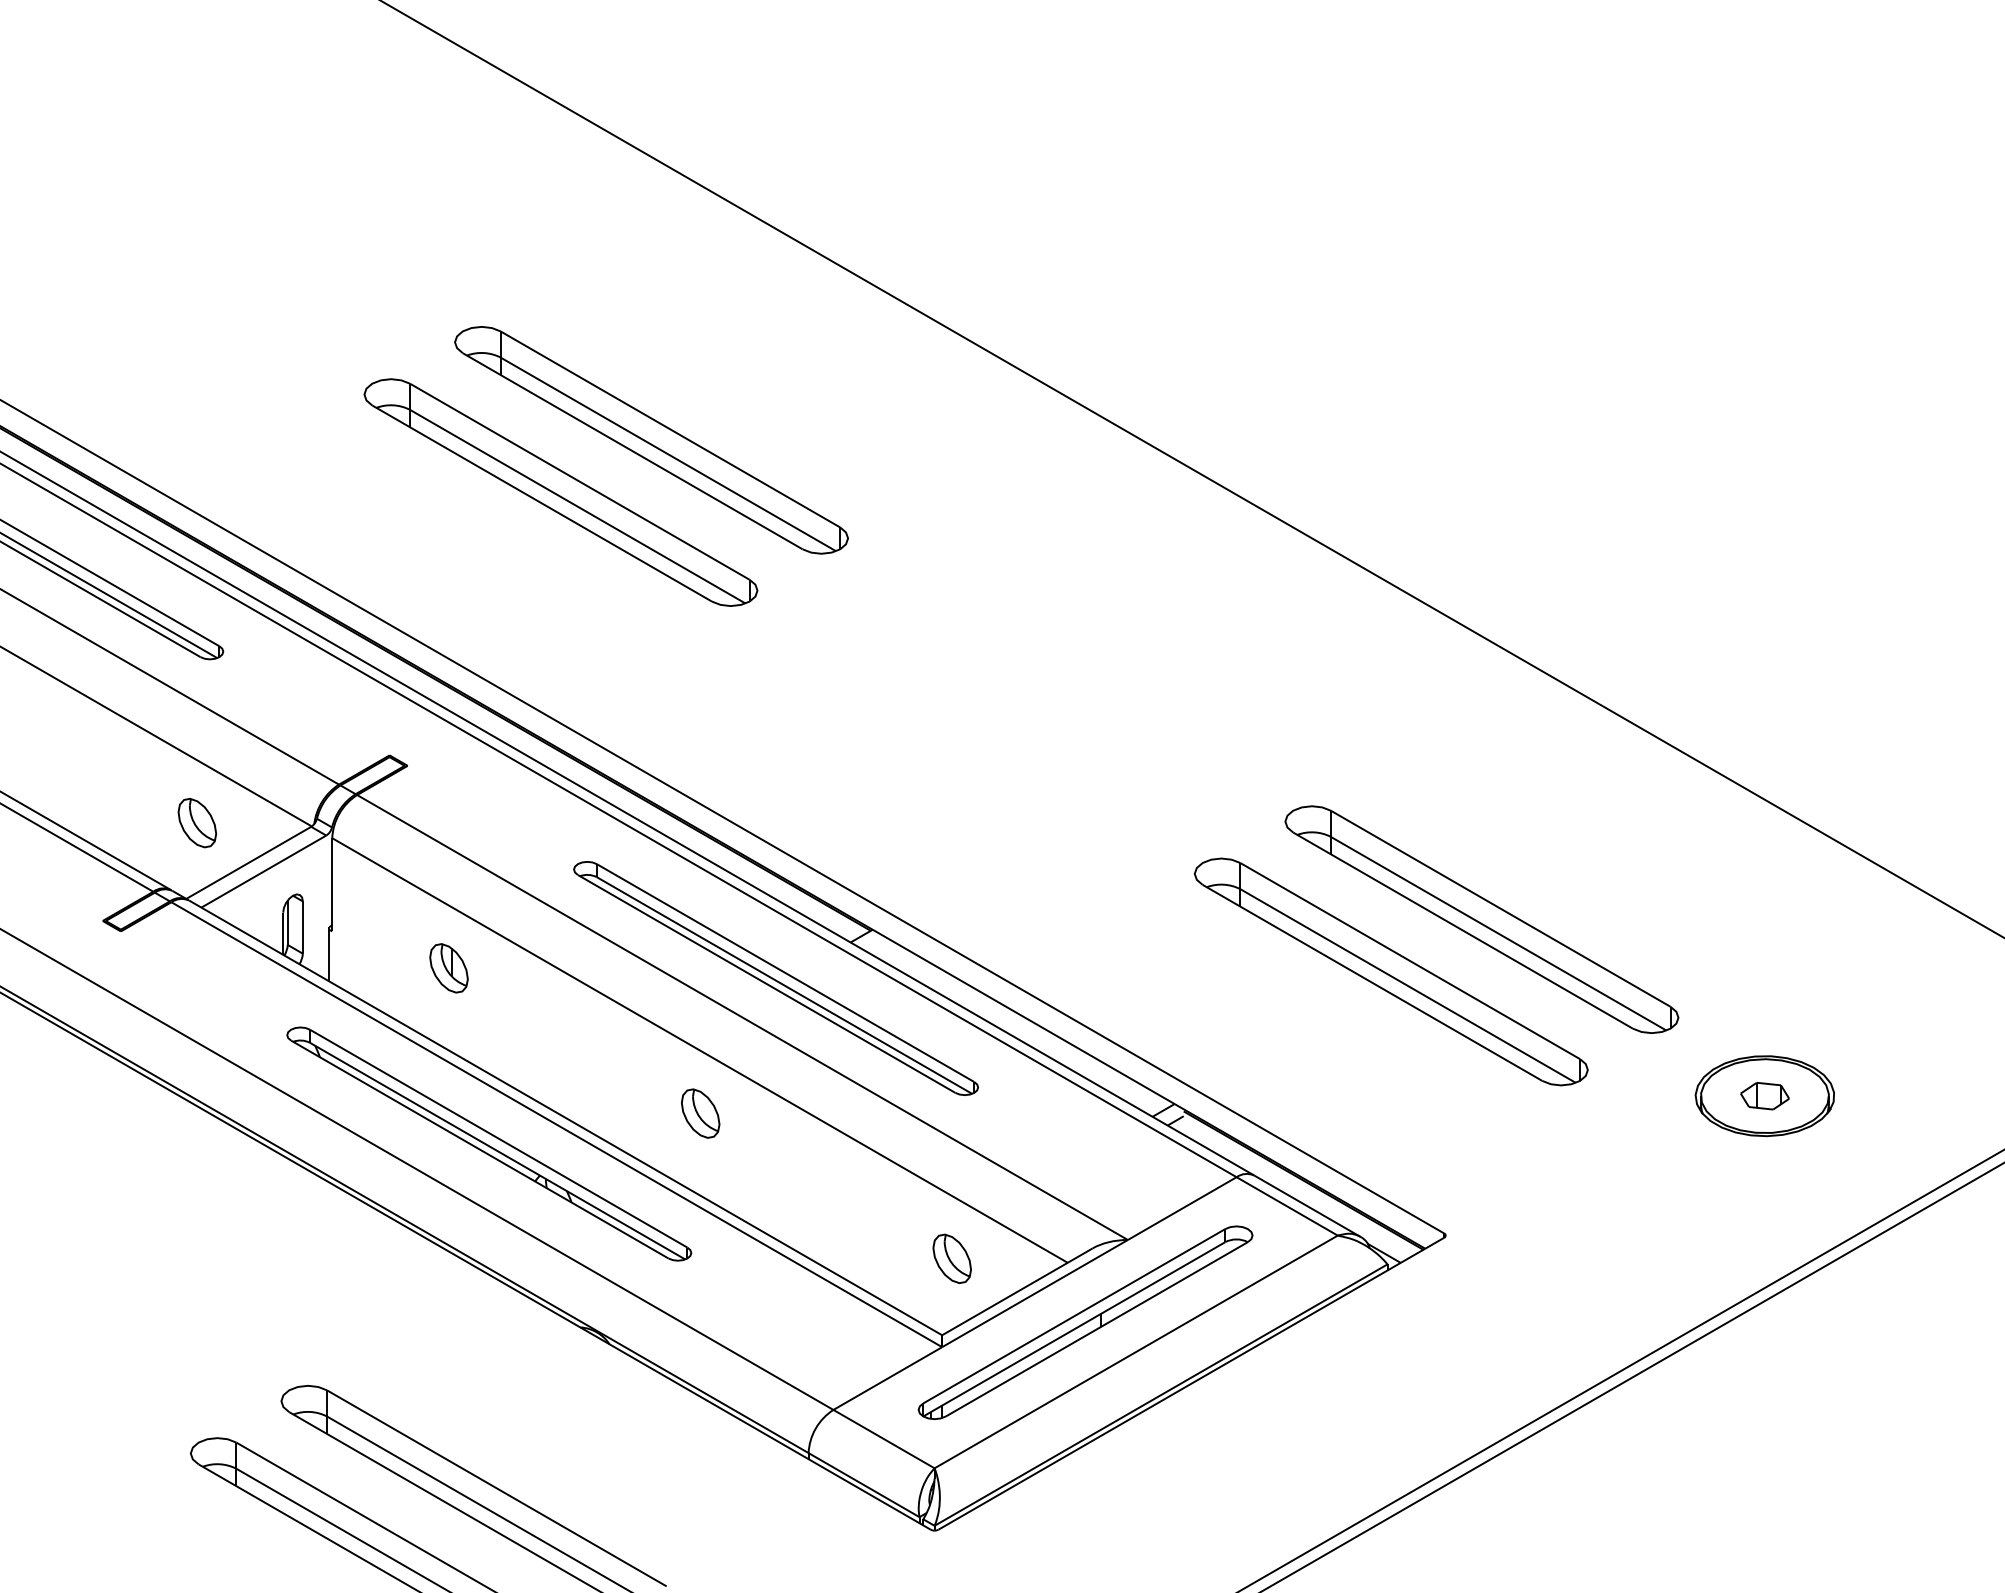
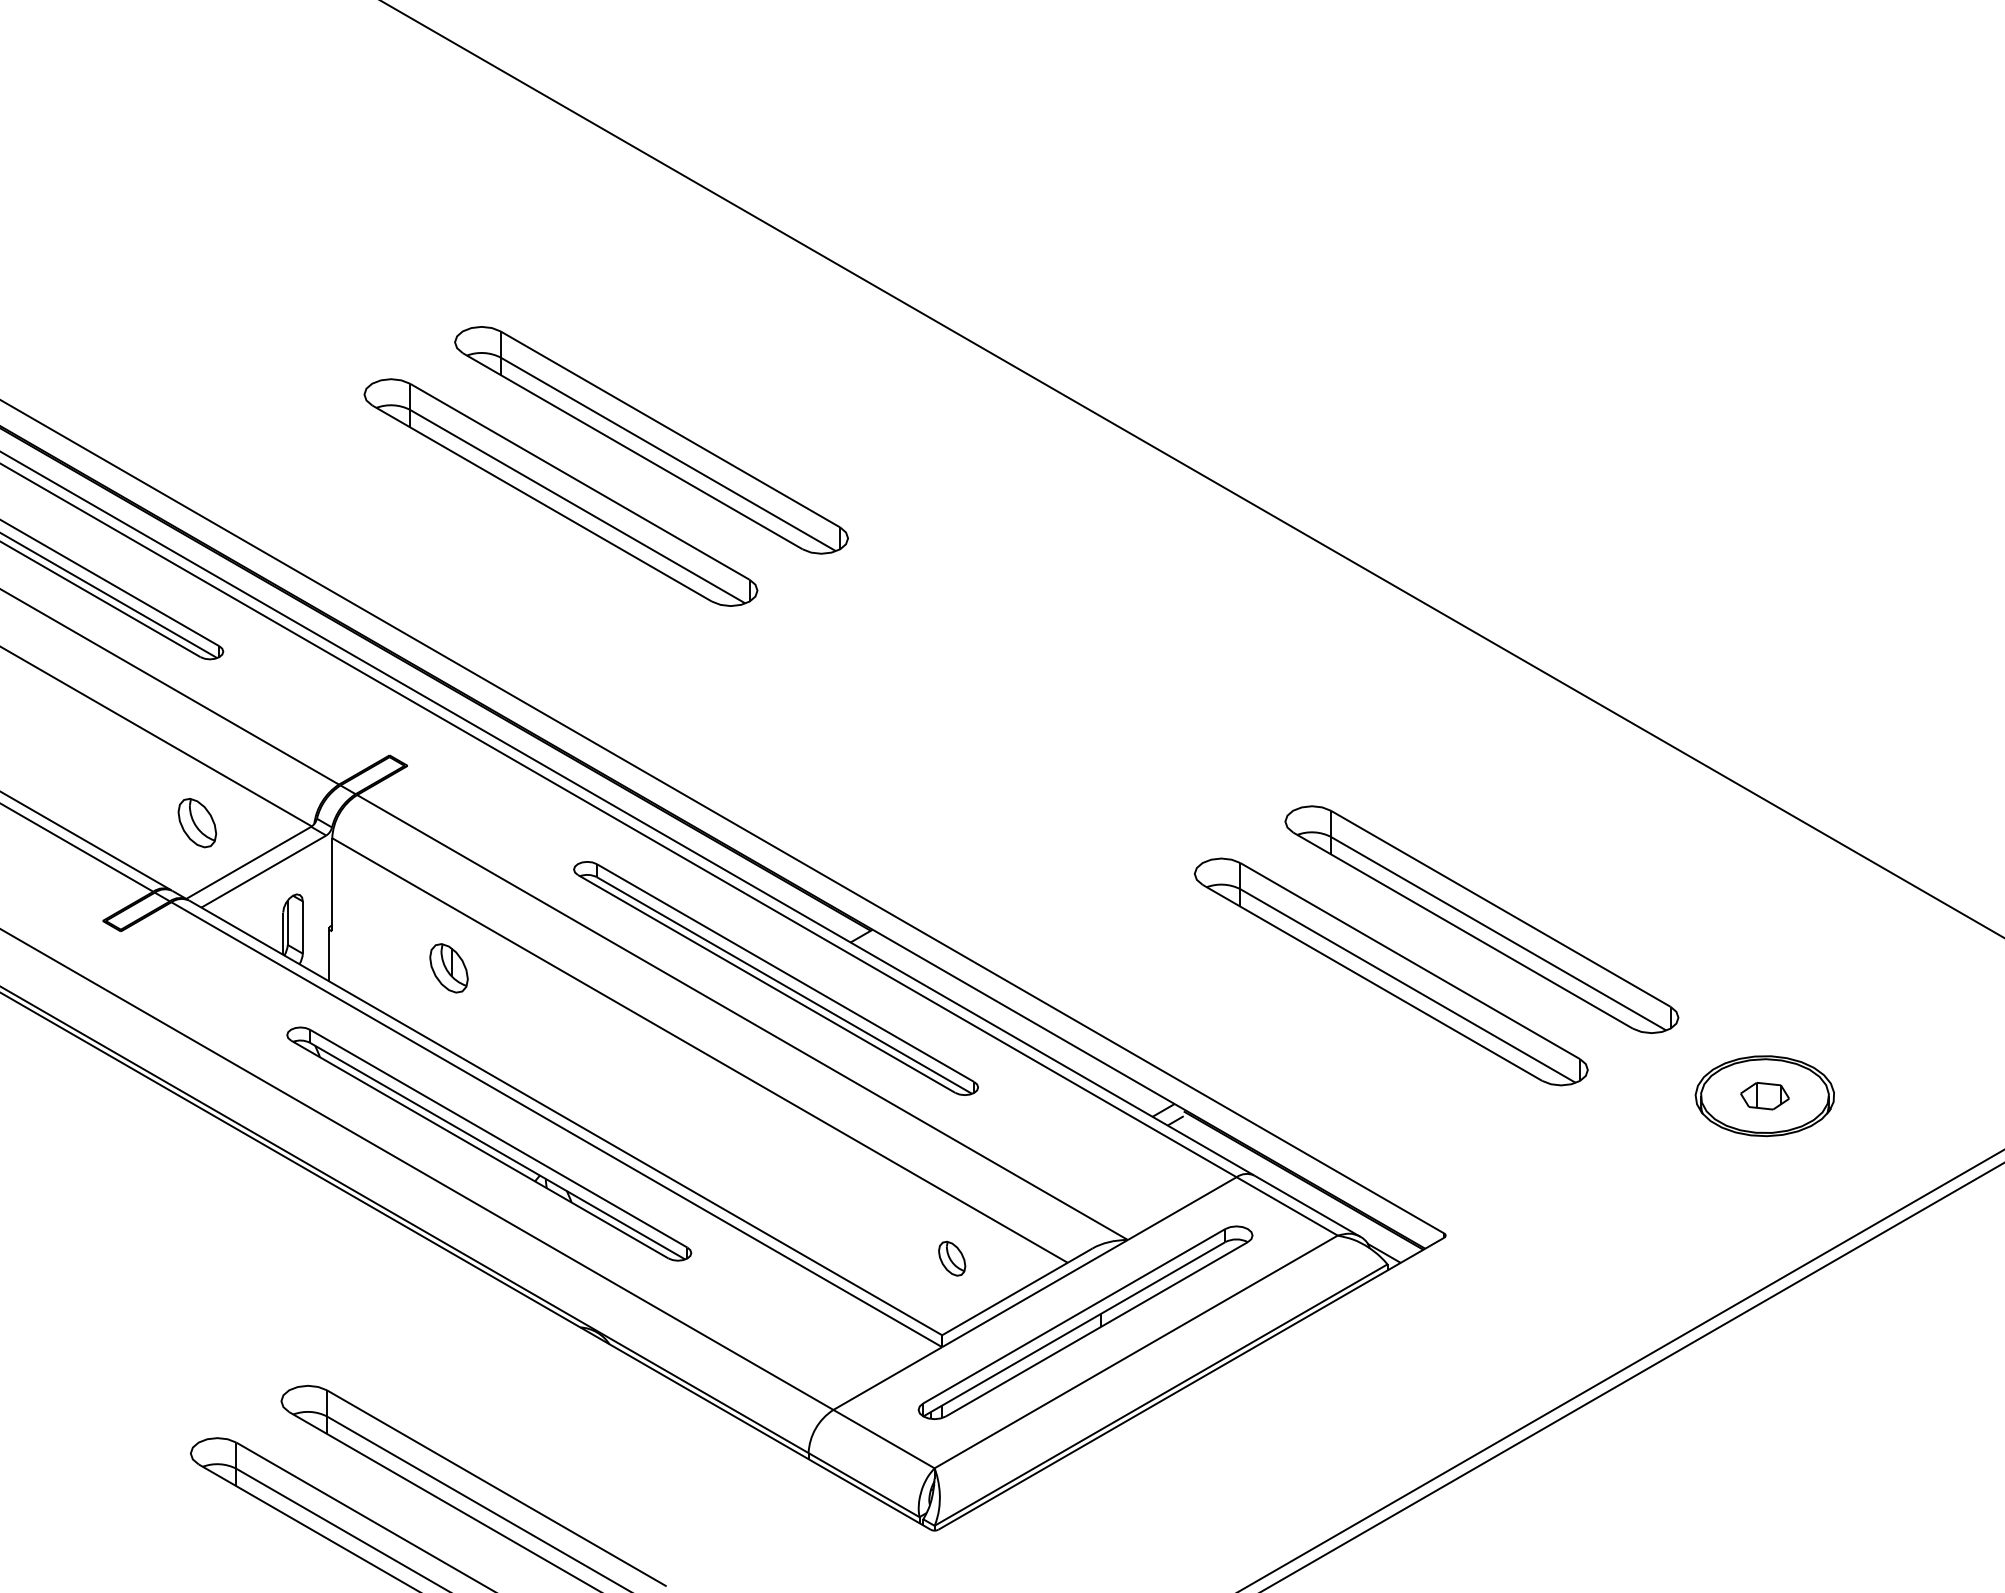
part at (700, 1113): present -> none
part at (951, 1258) size: 40x51 px -> 29x37 px
